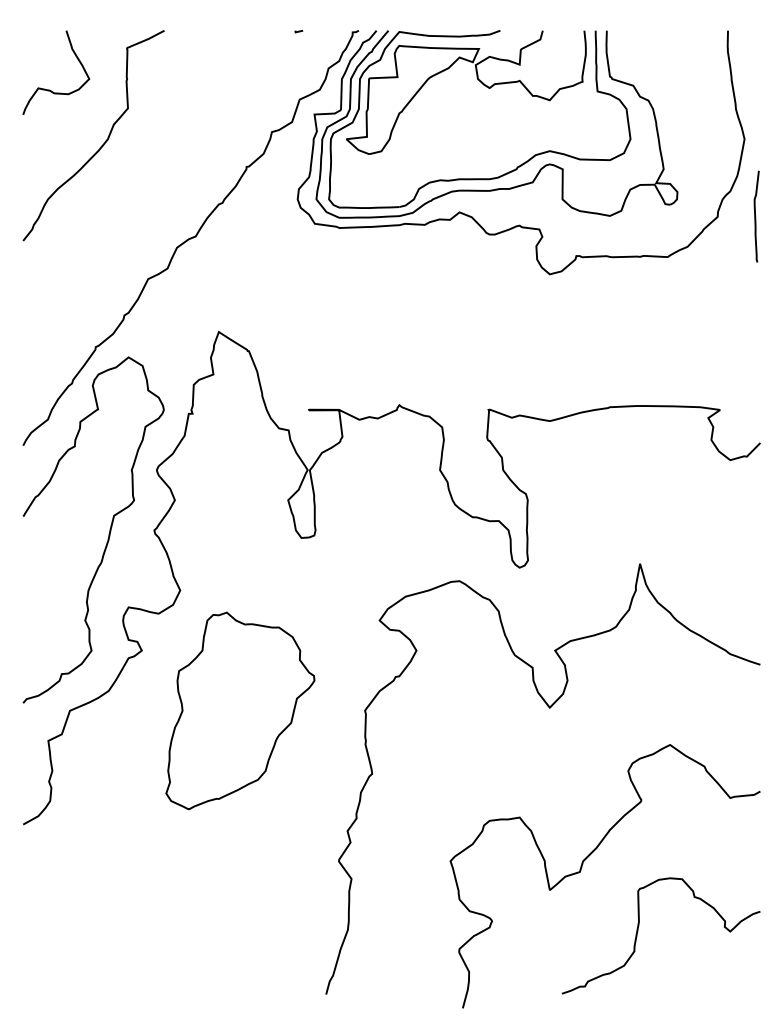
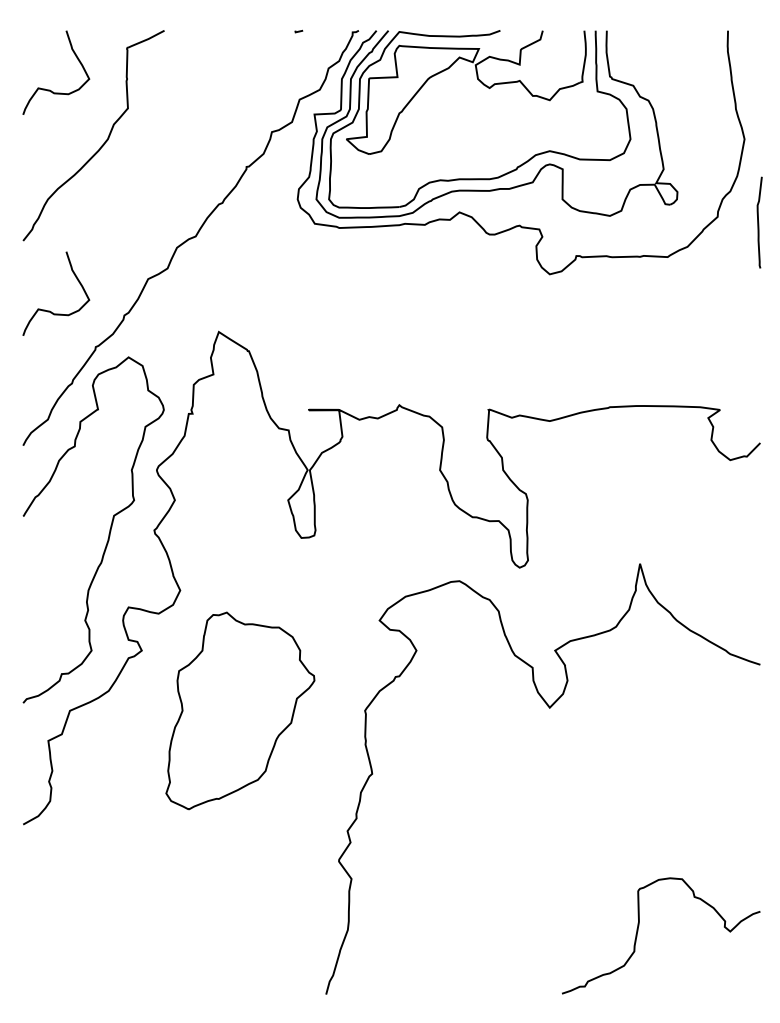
curve at (756, 216) position: (756, 216) -> (759, 222)
curve at (49, 310): none -> present
curve at (582, 867): present -> none
